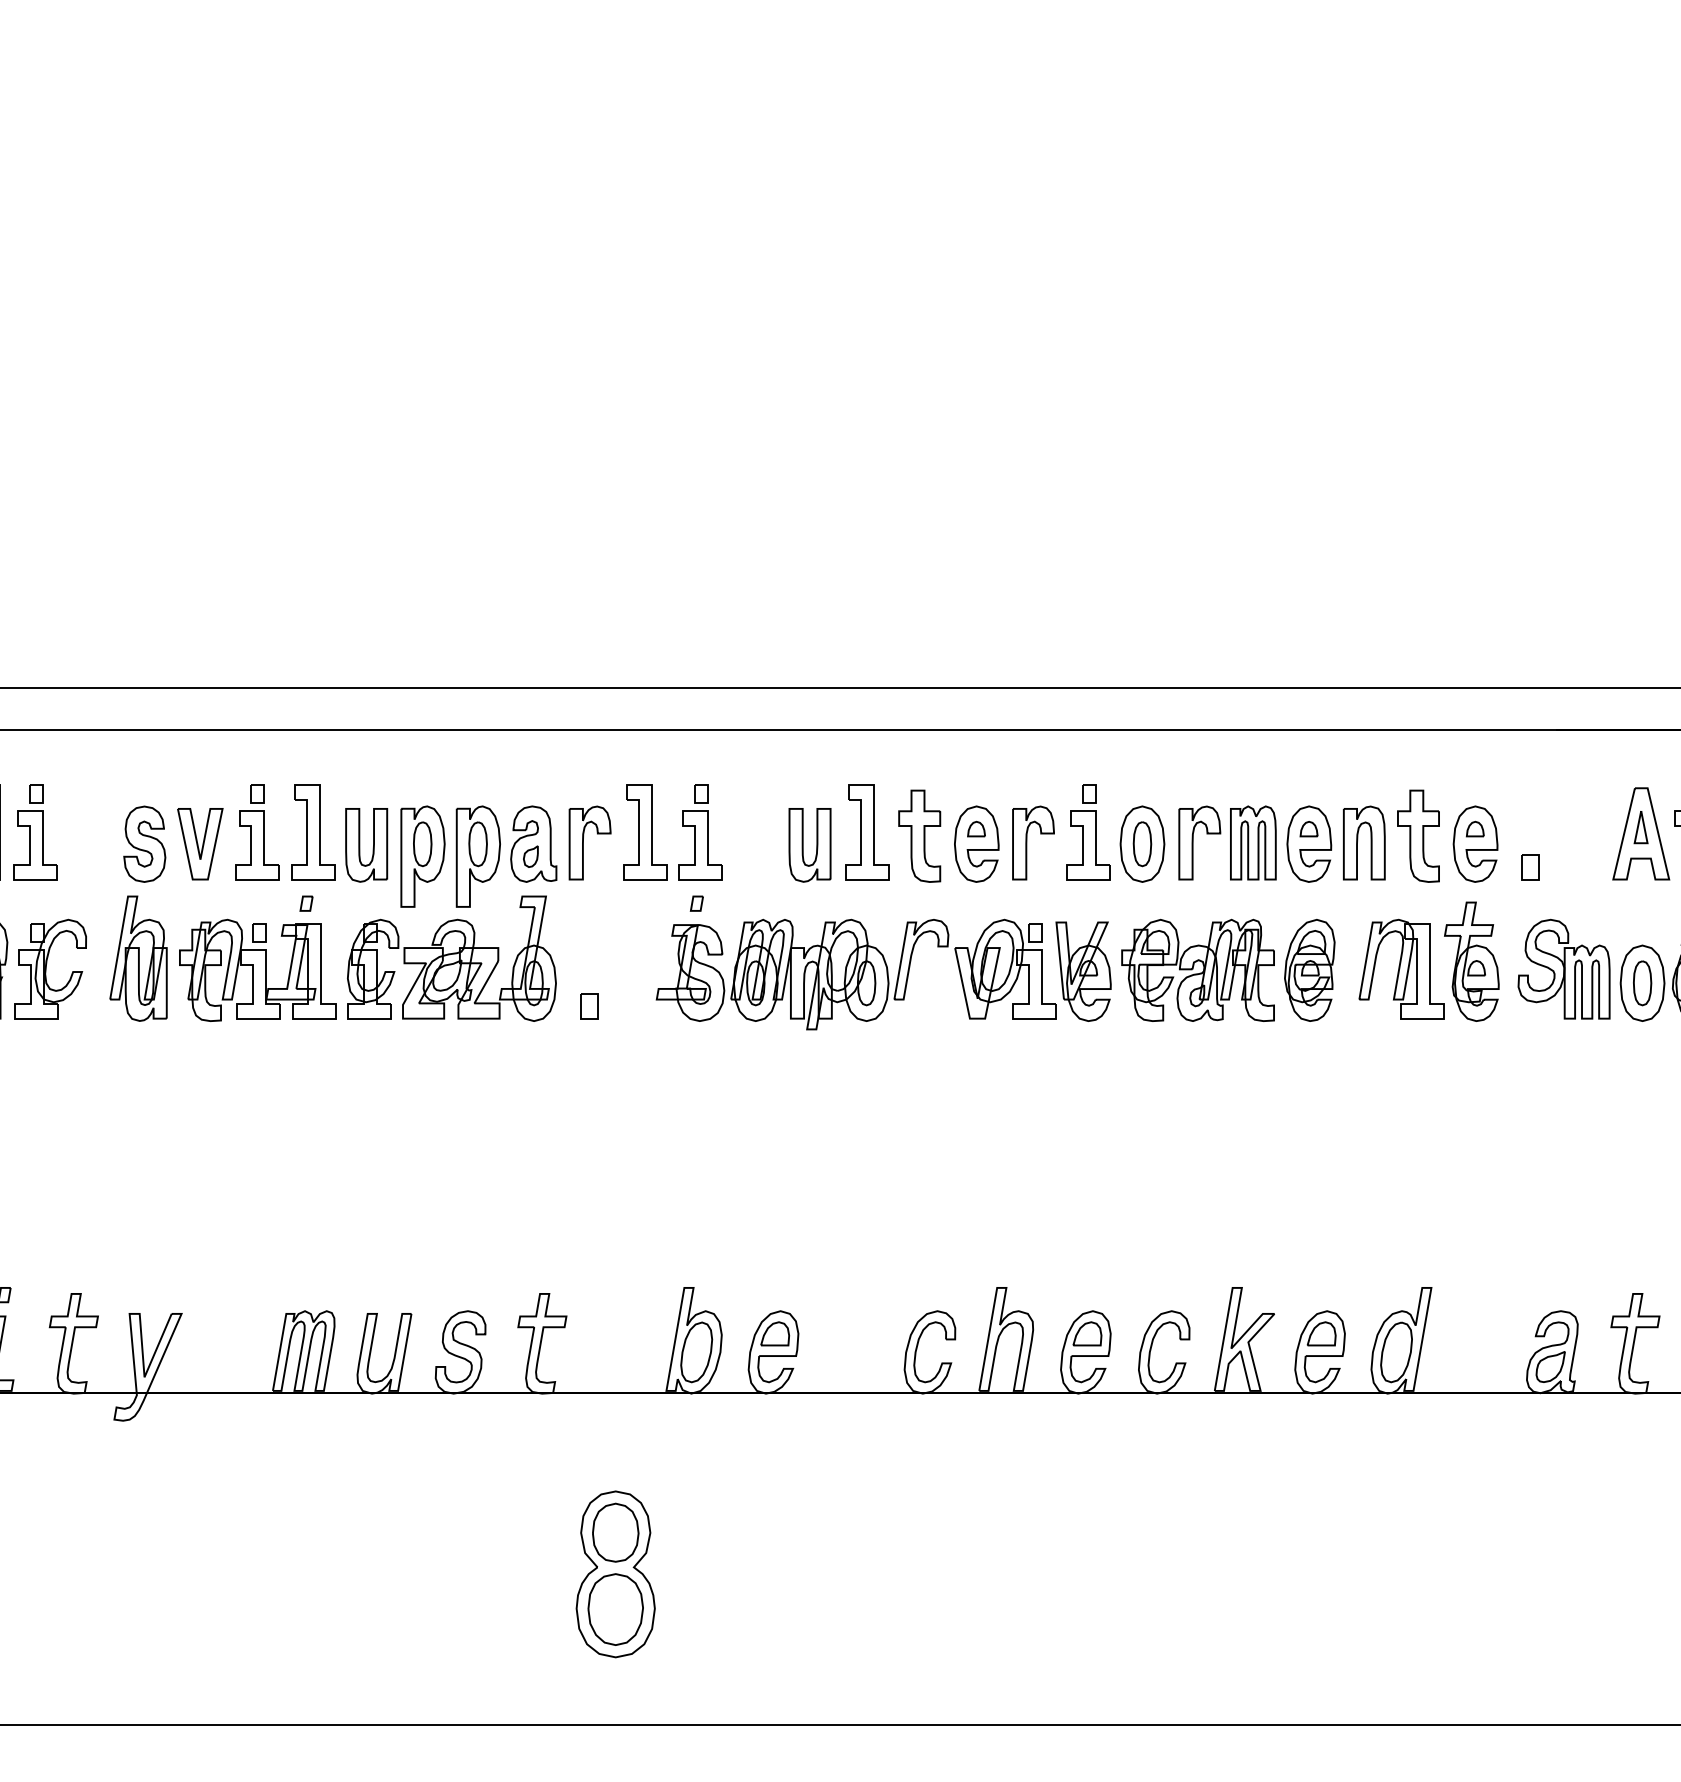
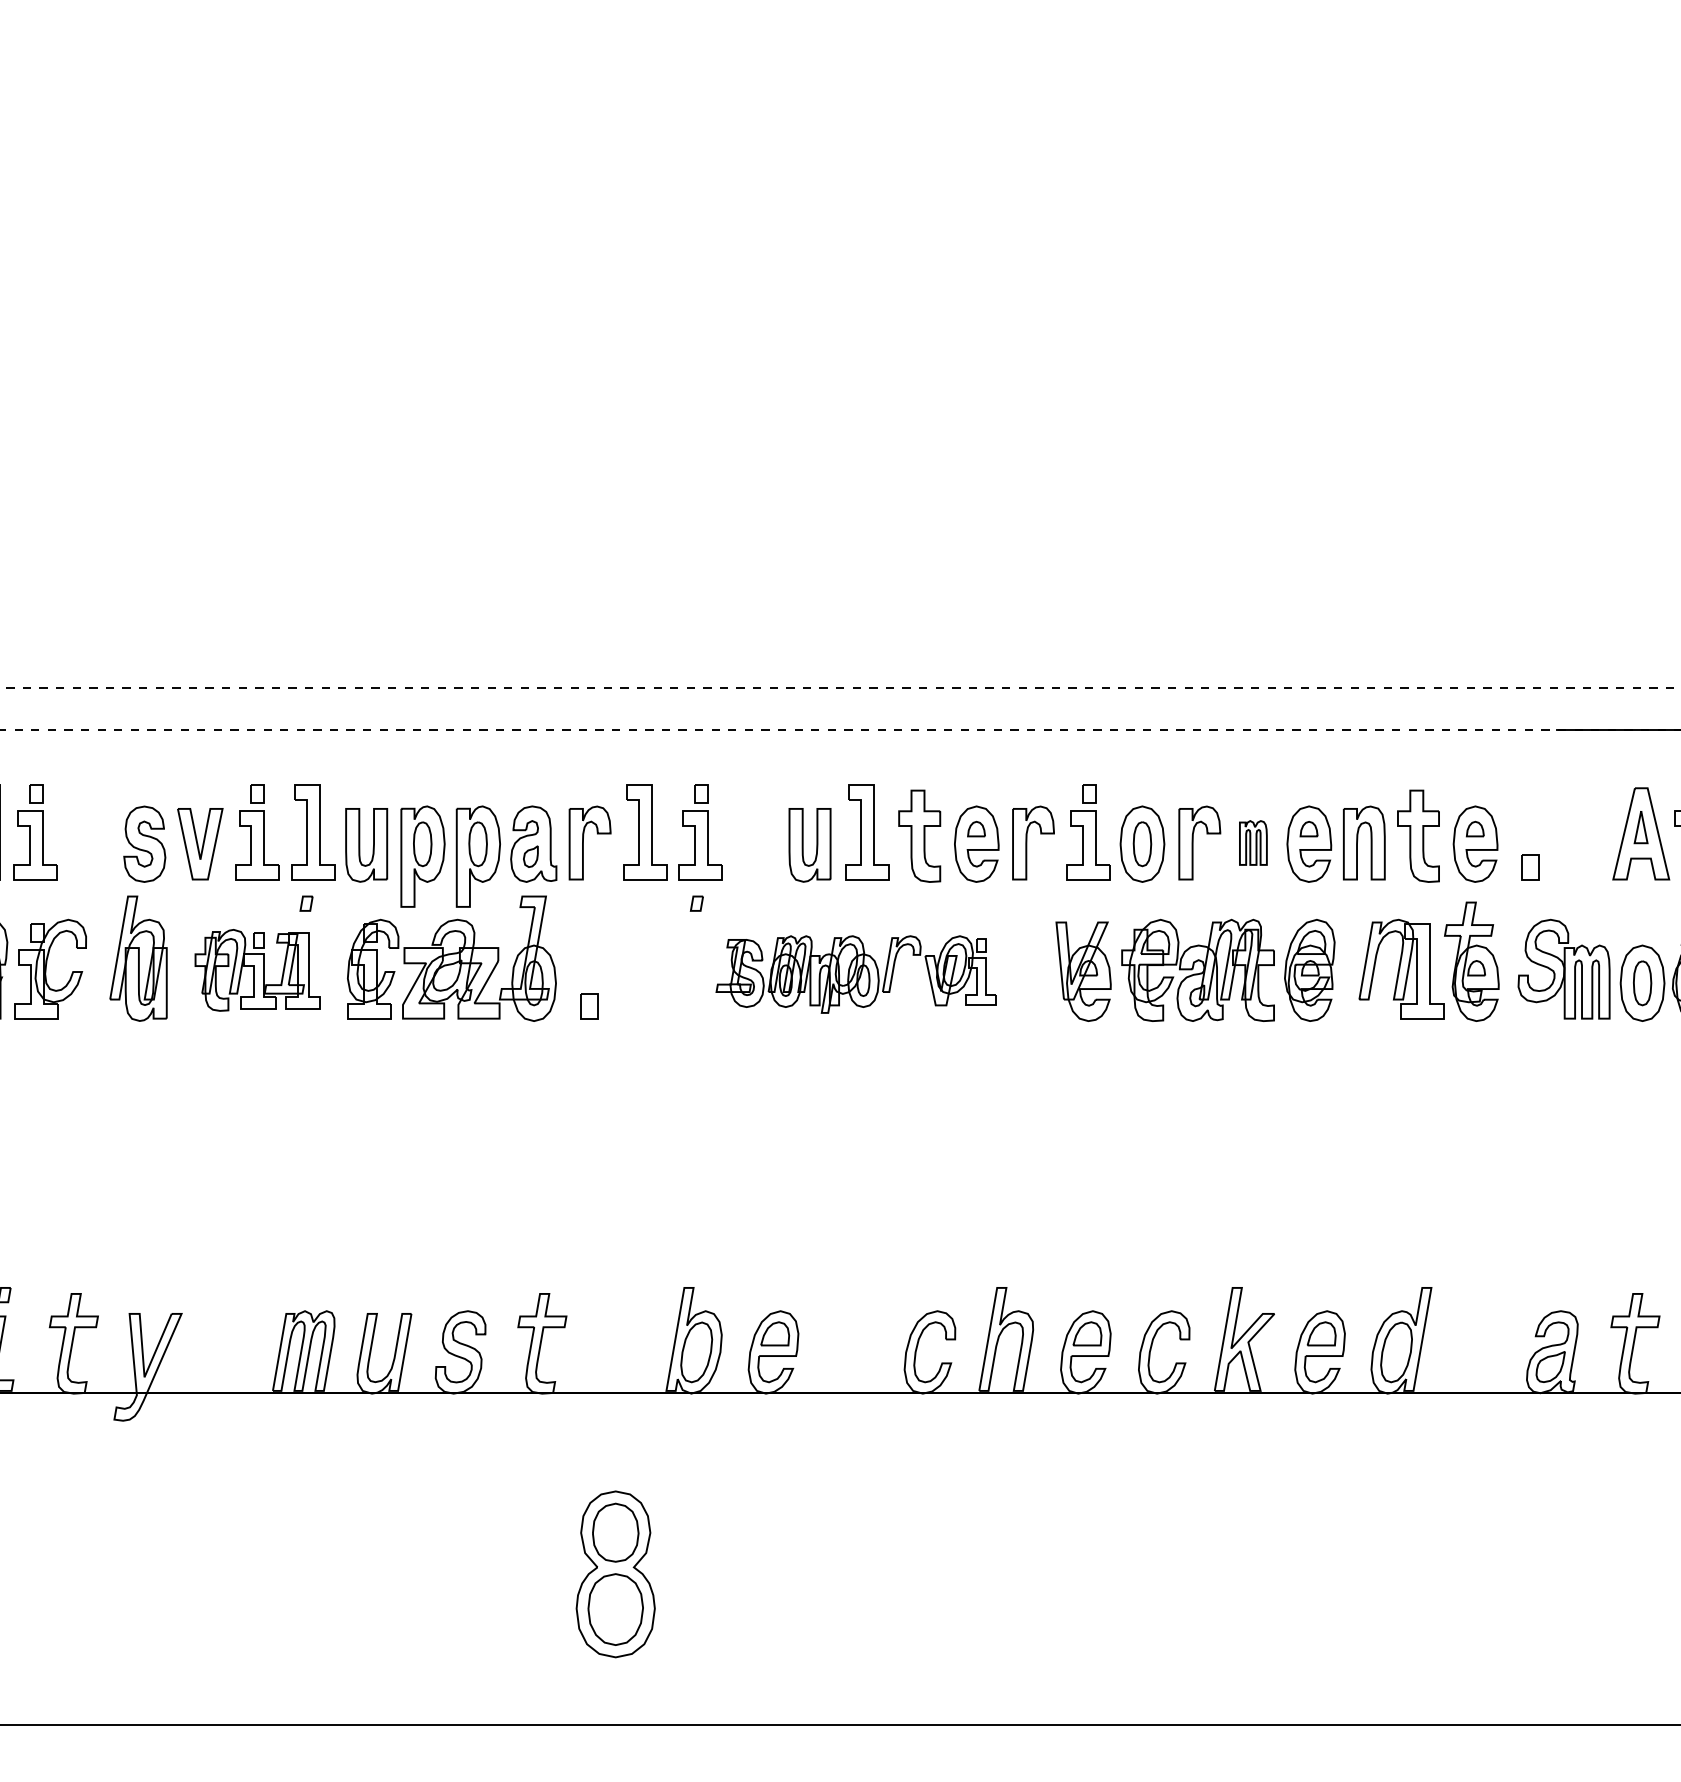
line at (840, 688): solid -> dashed
line at (840, 729): solid -> dashed
part at (1253, 842) size: 47x76 px -> 29x46 px
part at (257, 969) size: 158x104 px -> 127x83 px
part at (855, 974) size: 402x113 px -> 282x79 px
